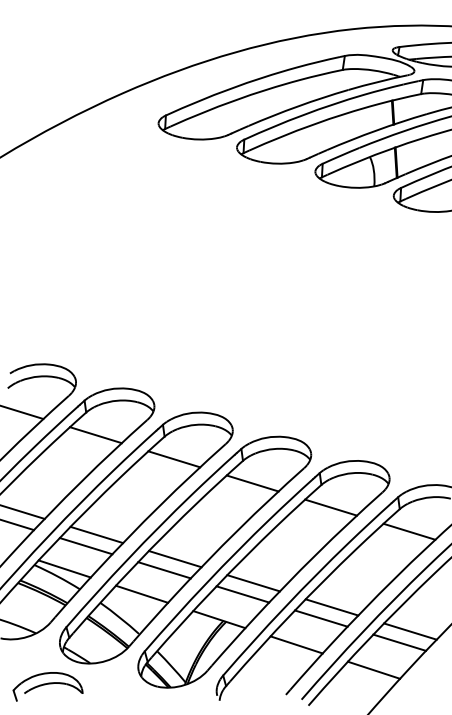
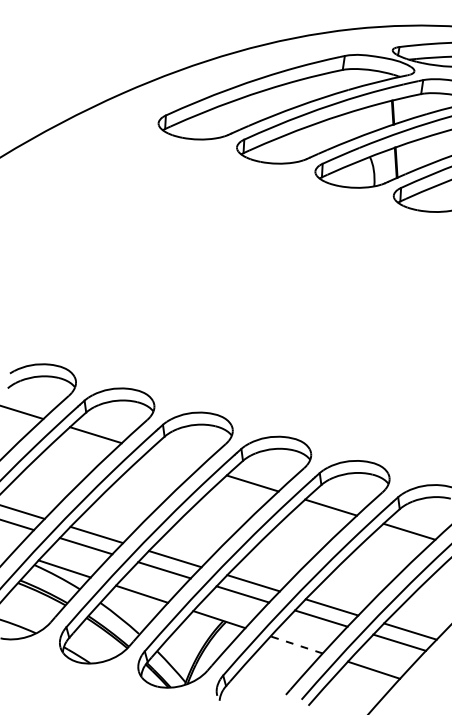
line at (174, 459): present -> none
line at (296, 644): solid -> dashed
part at (47, 686): present -> none
